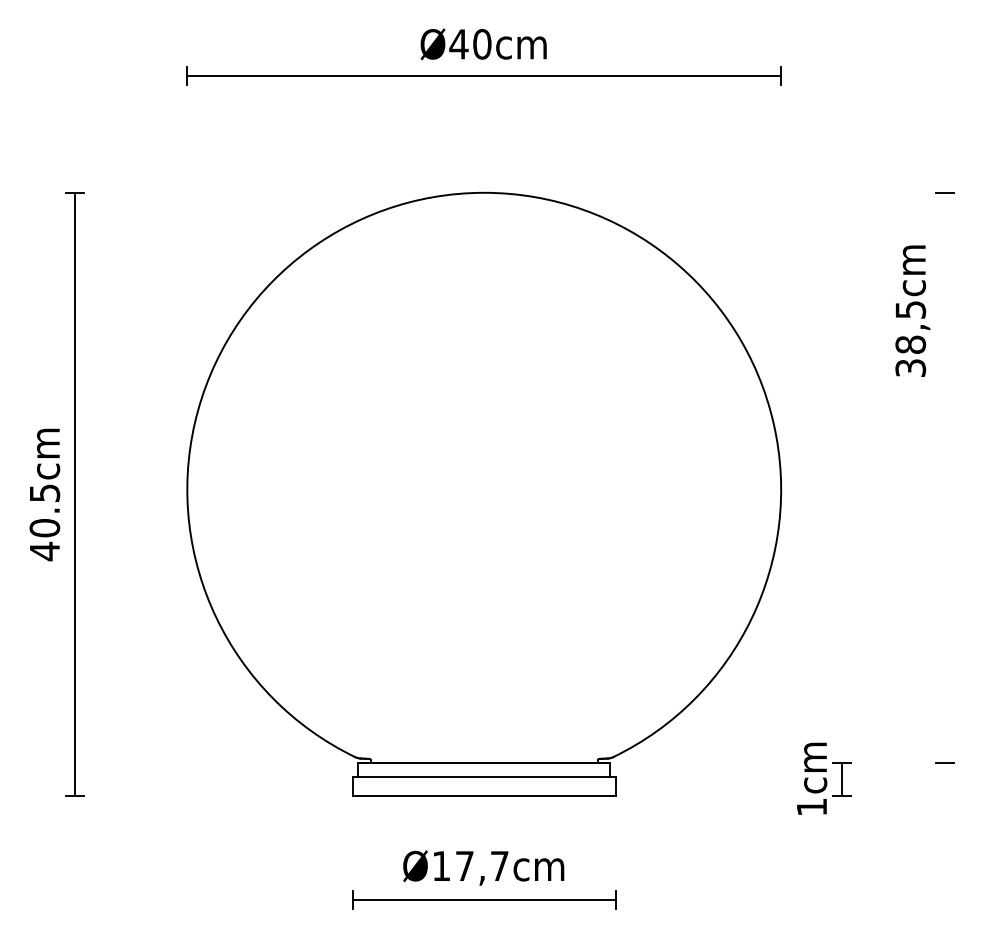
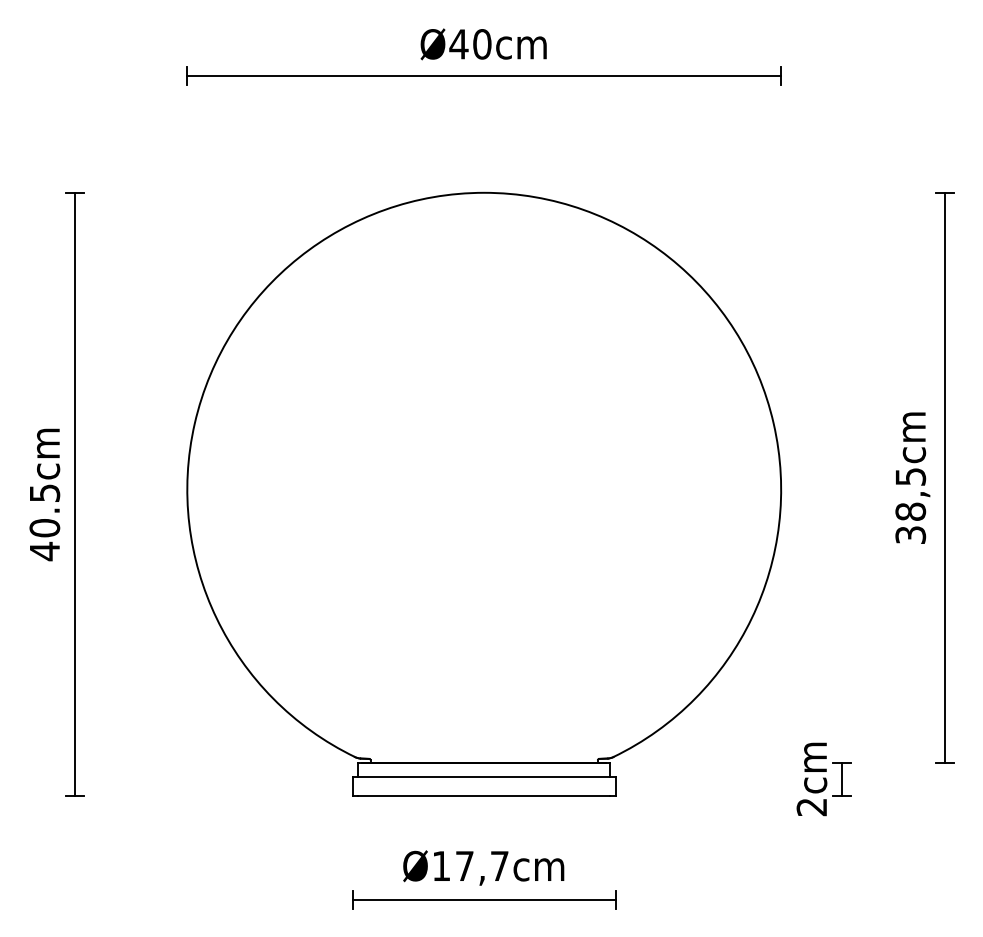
text at (912, 310) position: (912, 310) -> (912, 477)
line at (944, 477): none -> present
text at (811, 807): 1cm -> 2cm
